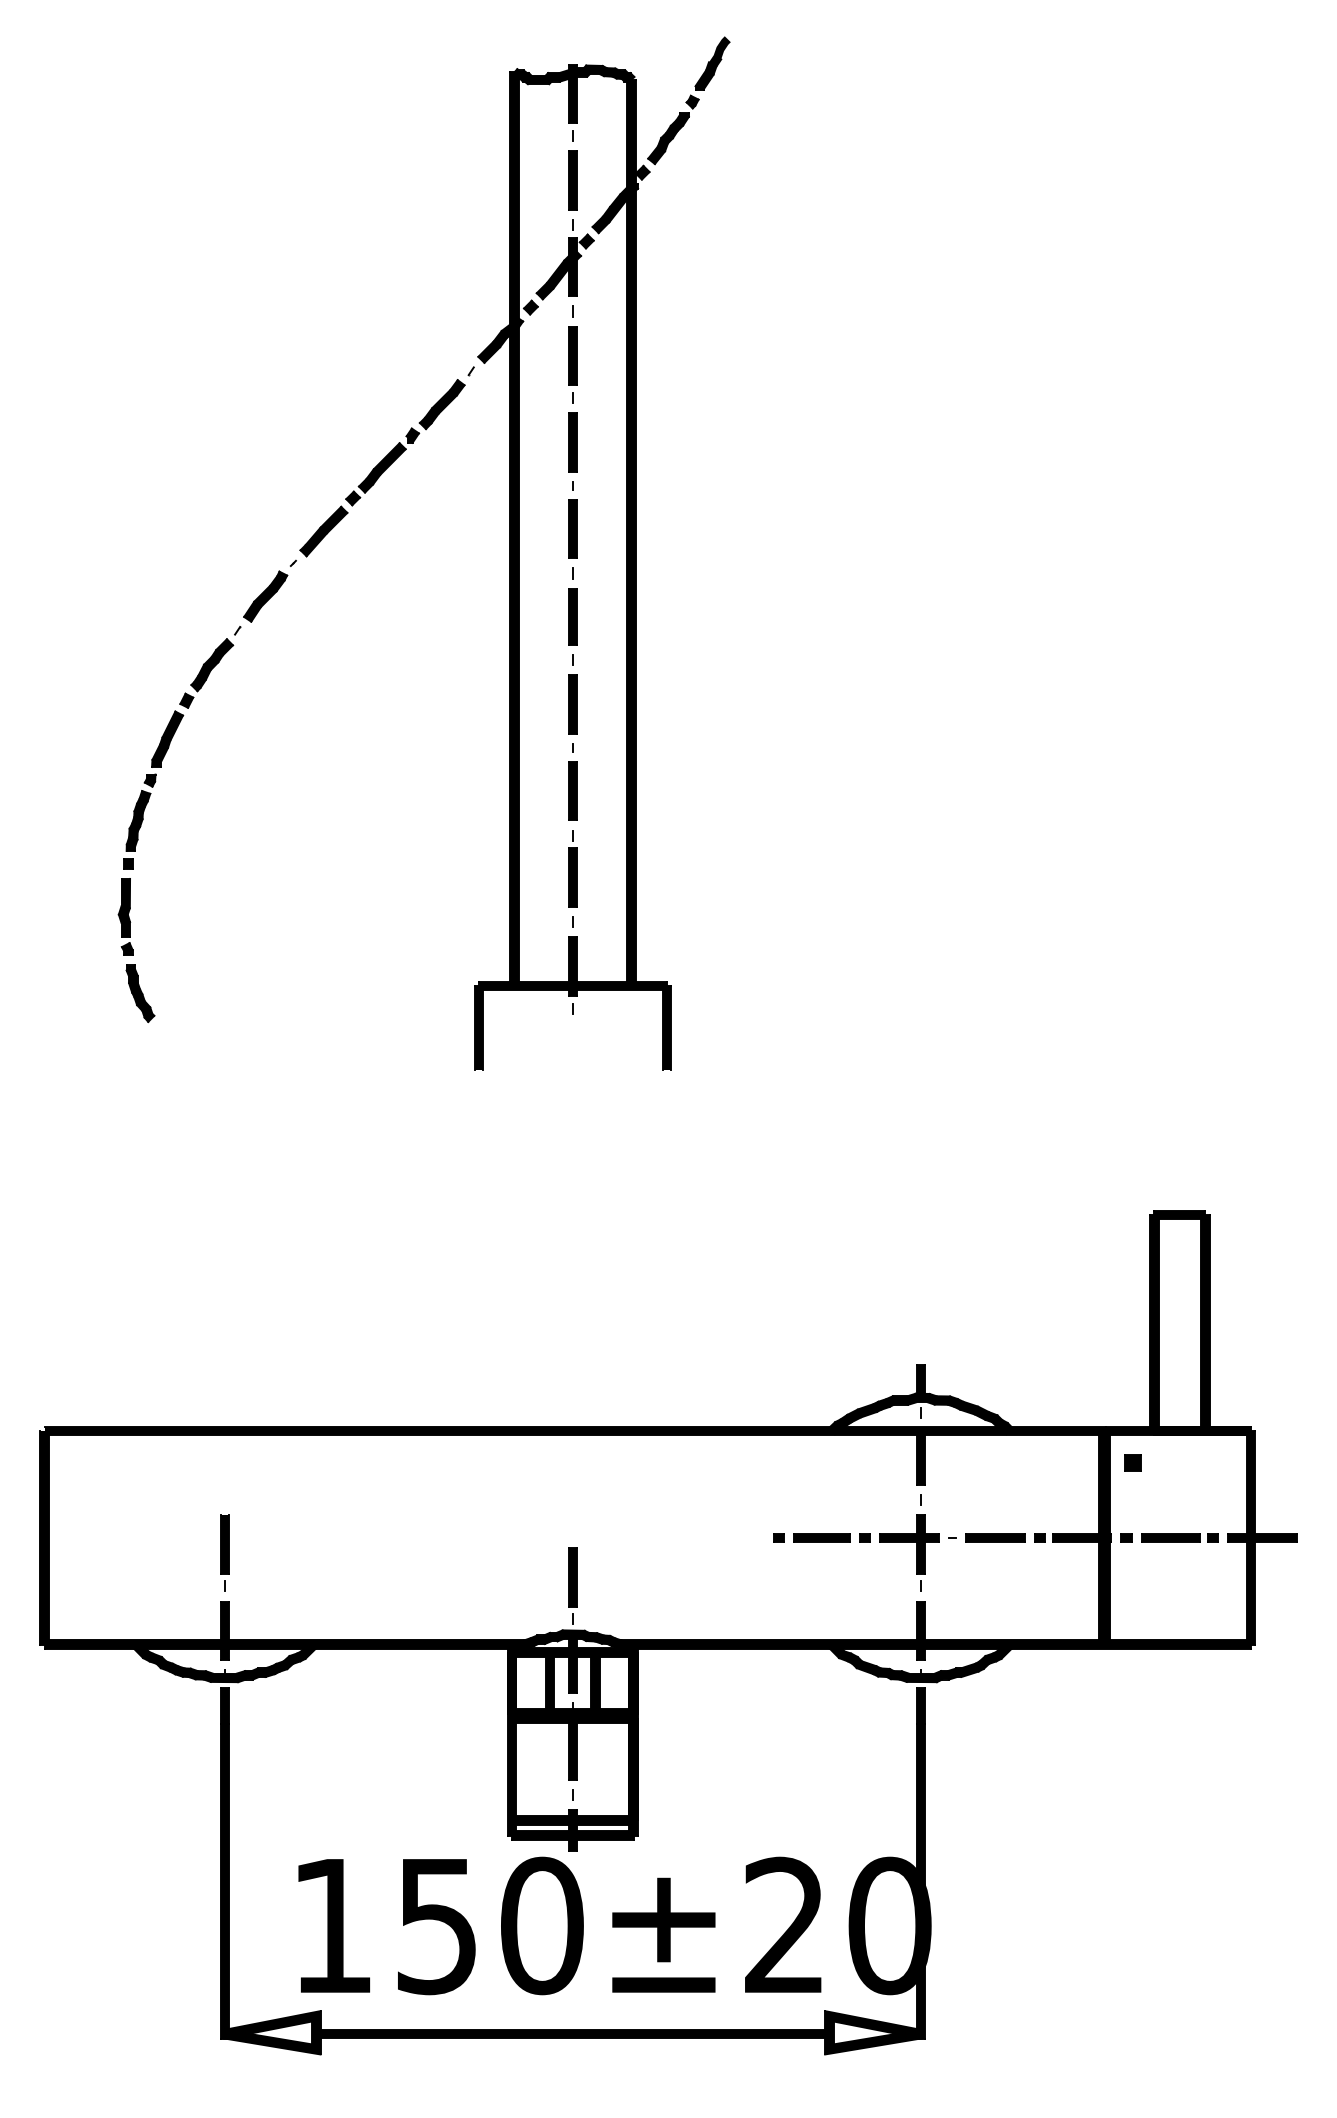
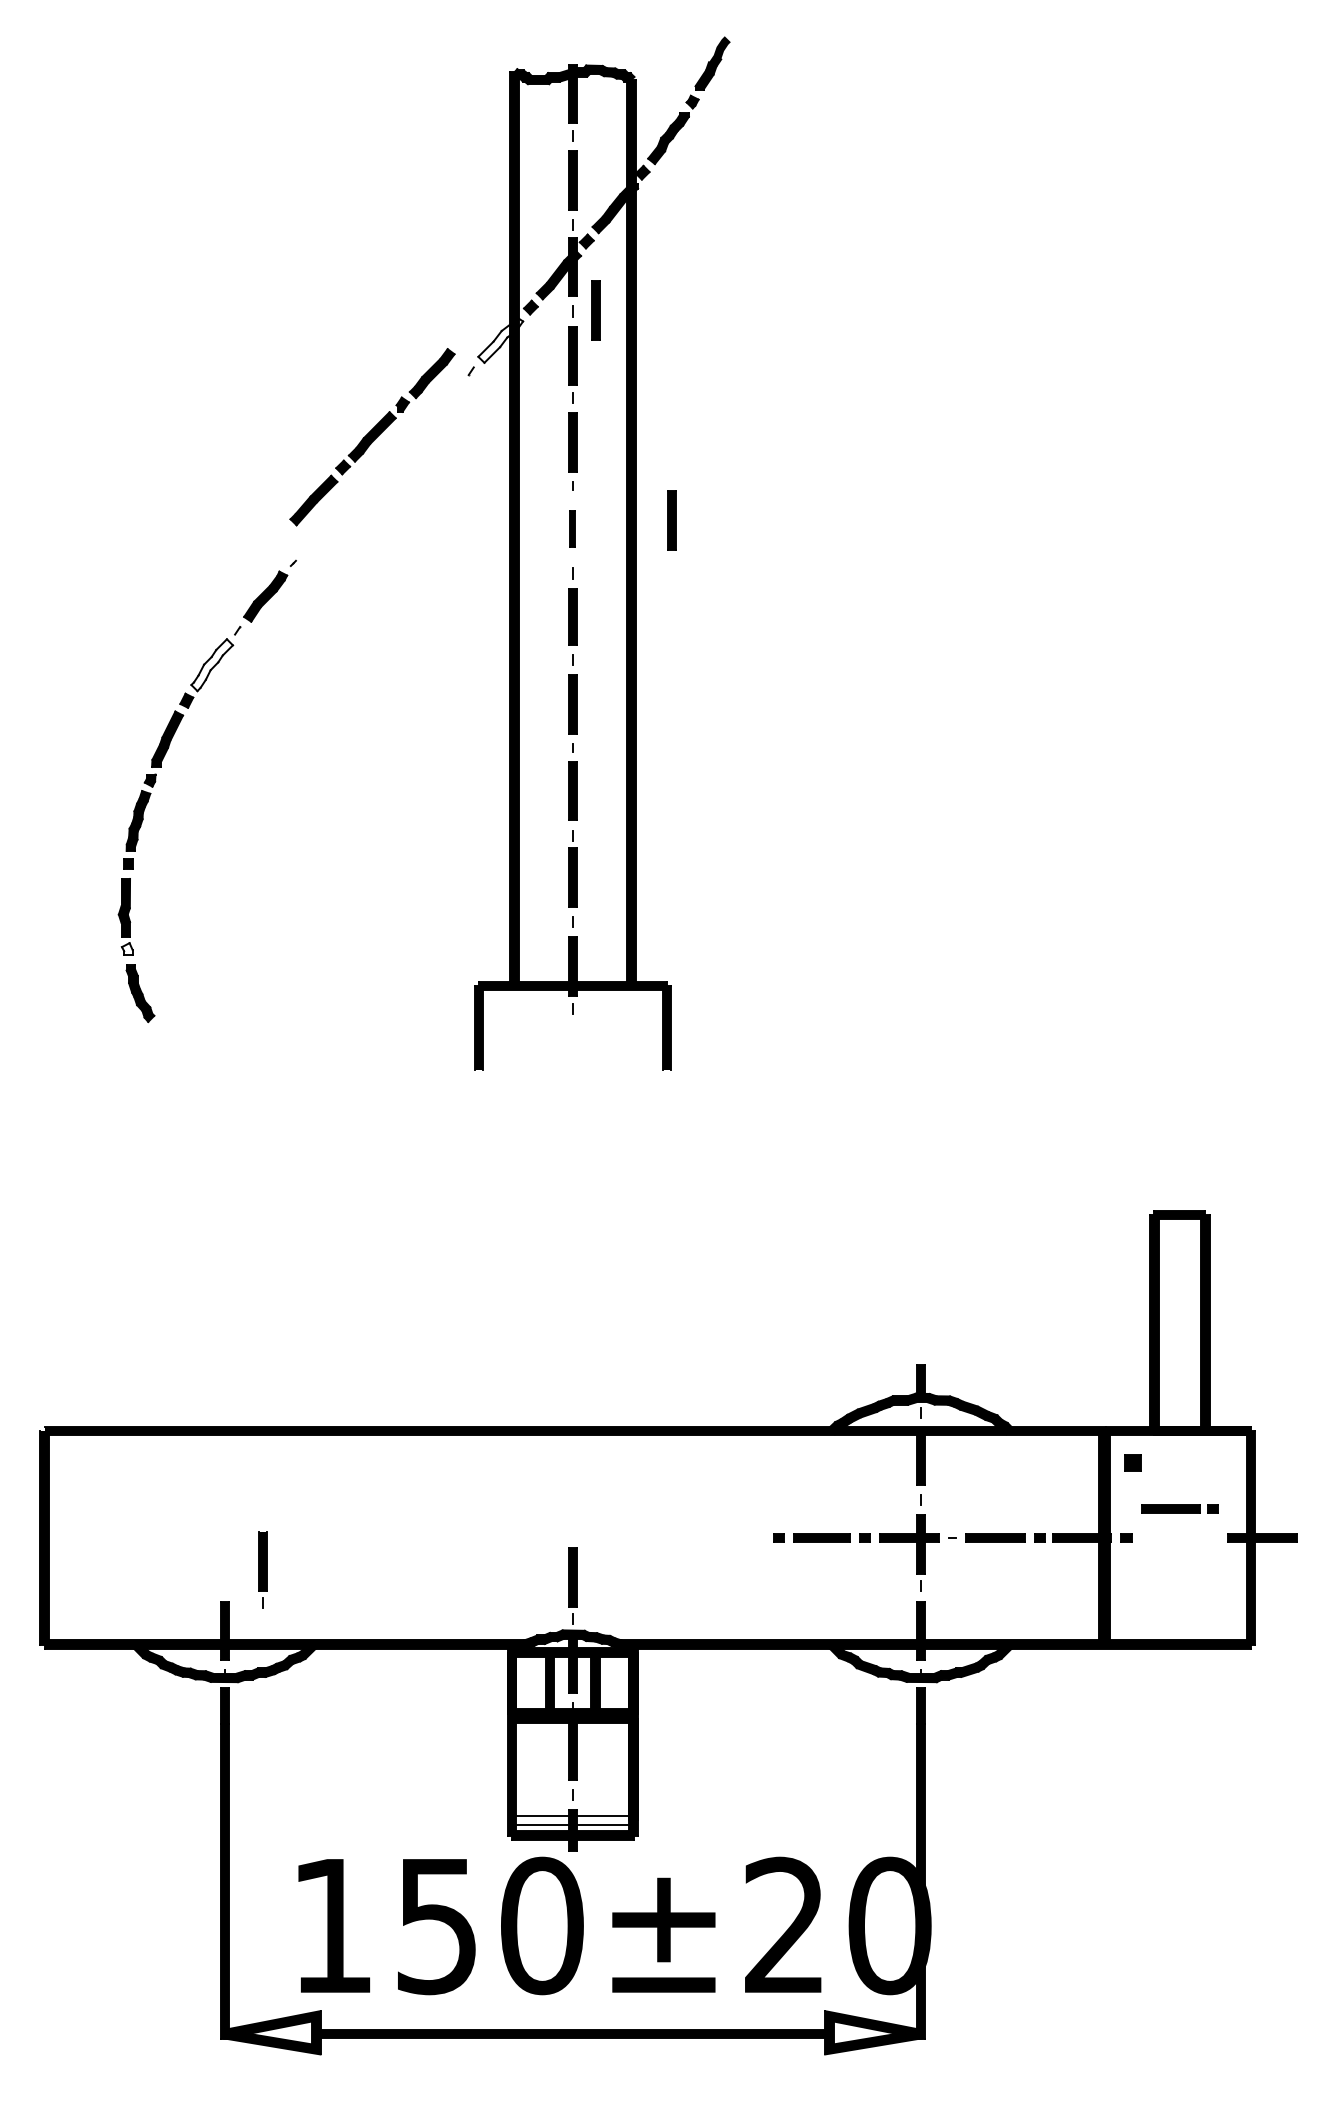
part at (595, 310): none -> present
fill at (500, 339): present -> none
part at (382, 468) position: (382, 468) -> (372, 437)
part at (671, 520): none -> present
part at (572, 528) size: 10x60 px -> 7x38 px
fill at (211, 665): present -> none
fill at (127, 949): present -> none
part at (1179, 1537) position: (1179, 1537) -> (1179, 1508)
part at (224, 1552) position: (224, 1552) -> (262, 1569)
fill at (572, 1820): present -> none
